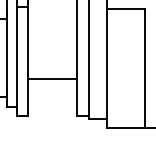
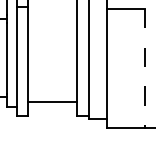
line at (145, 68): solid -> dashed
line at (52, 78) position: (52, 78) -> (52, 101)
